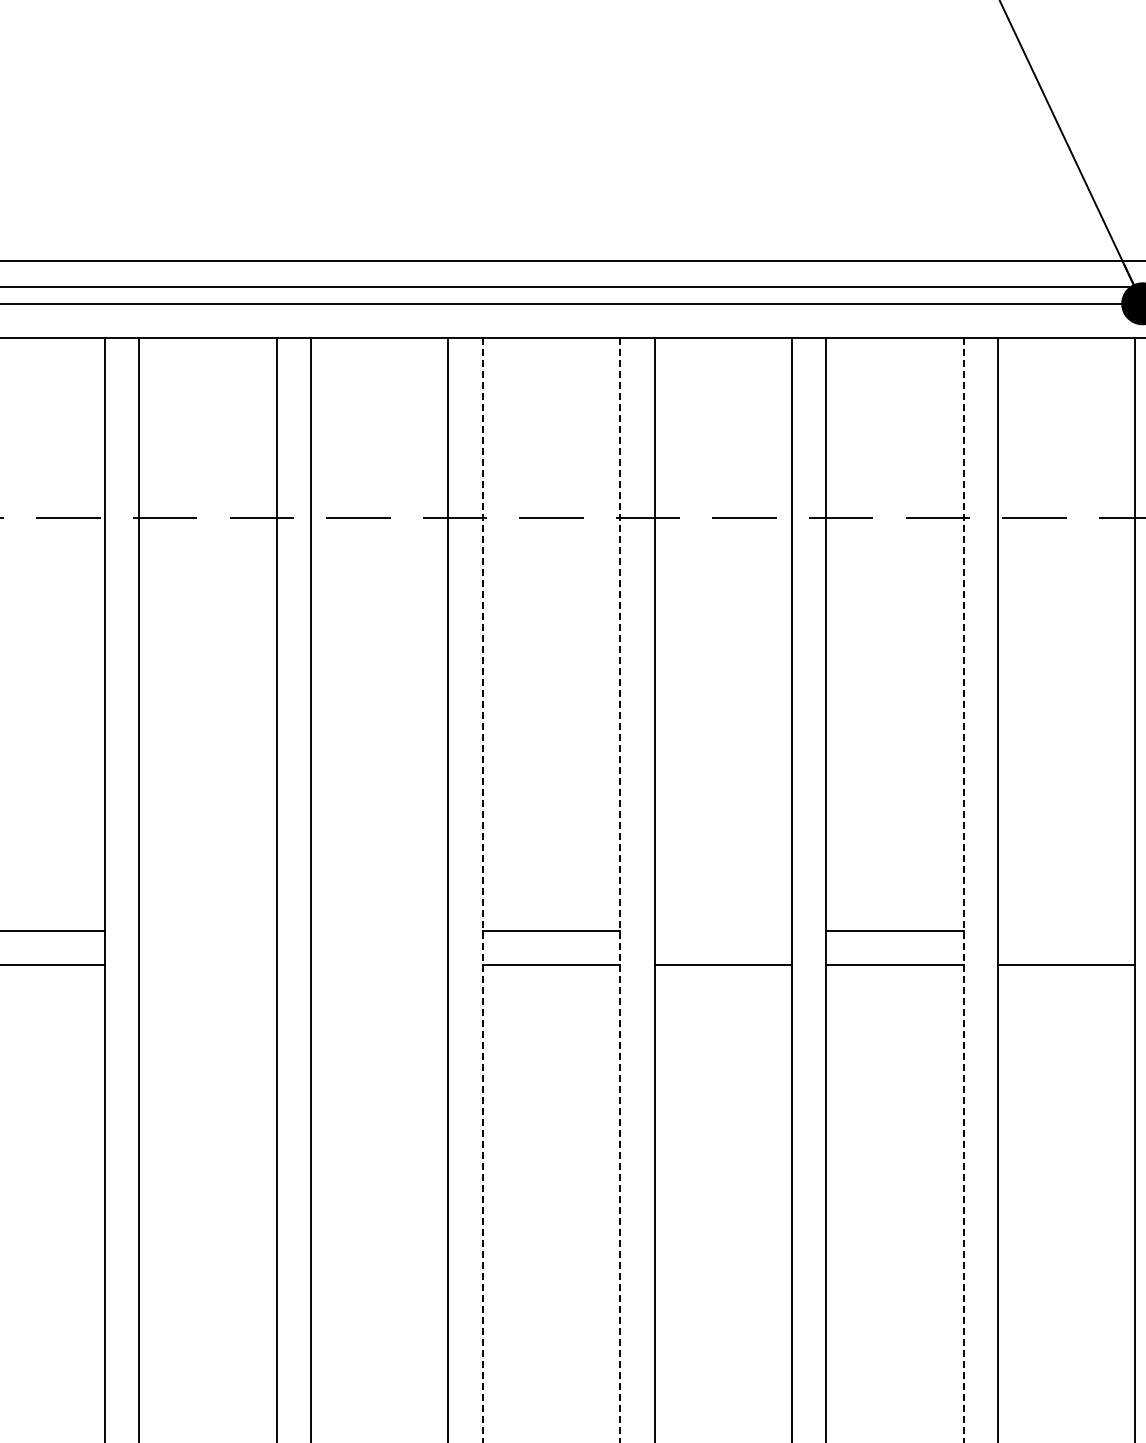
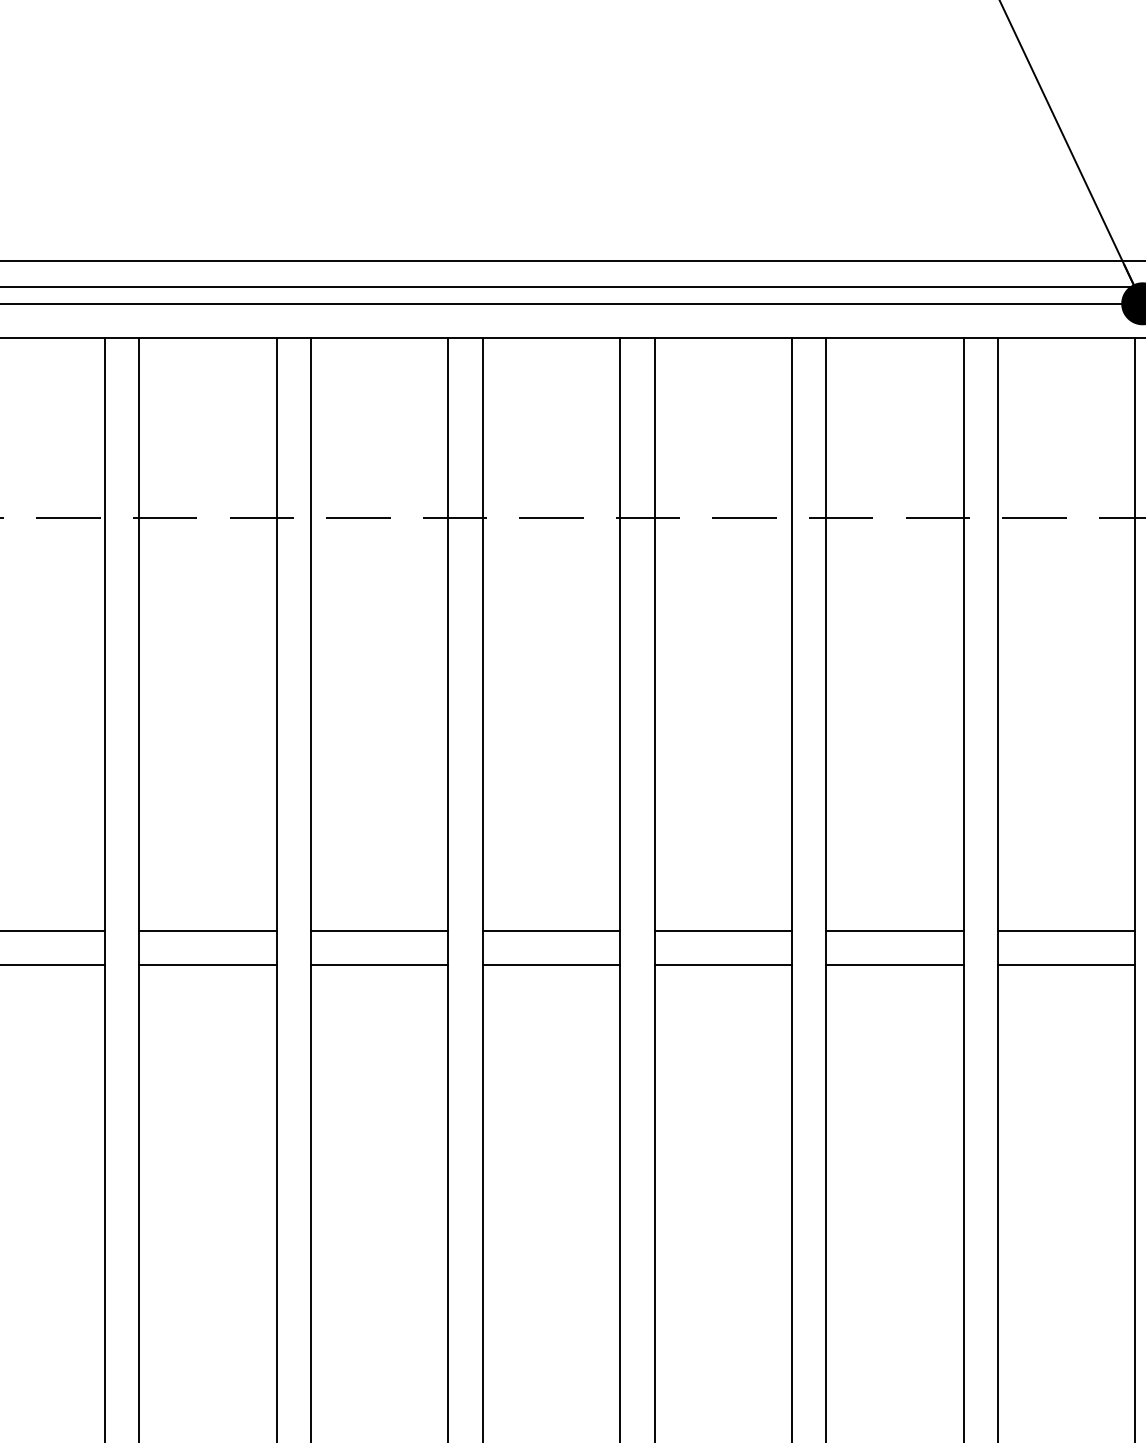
line at (482, 891): dashed -> solid
line at (620, 891): dashed -> solid
line at (963, 891): dashed -> solid
line at (207, 930): none -> present
line at (379, 930): none -> present
line at (722, 930): none -> present
line at (1066, 930): none -> present
line at (207, 964): none -> present
line at (379, 964): none -> present
